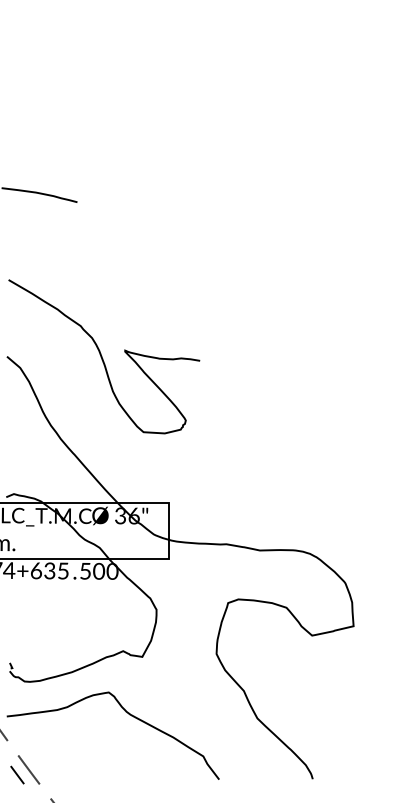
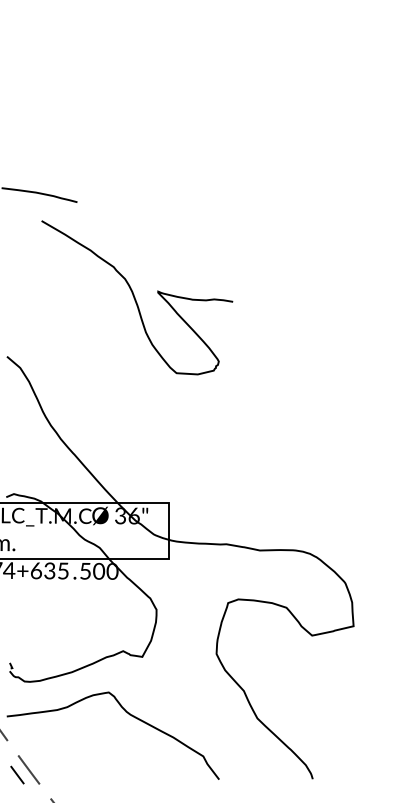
curve at (102, 356) position: (102, 356) -> (135, 297)
